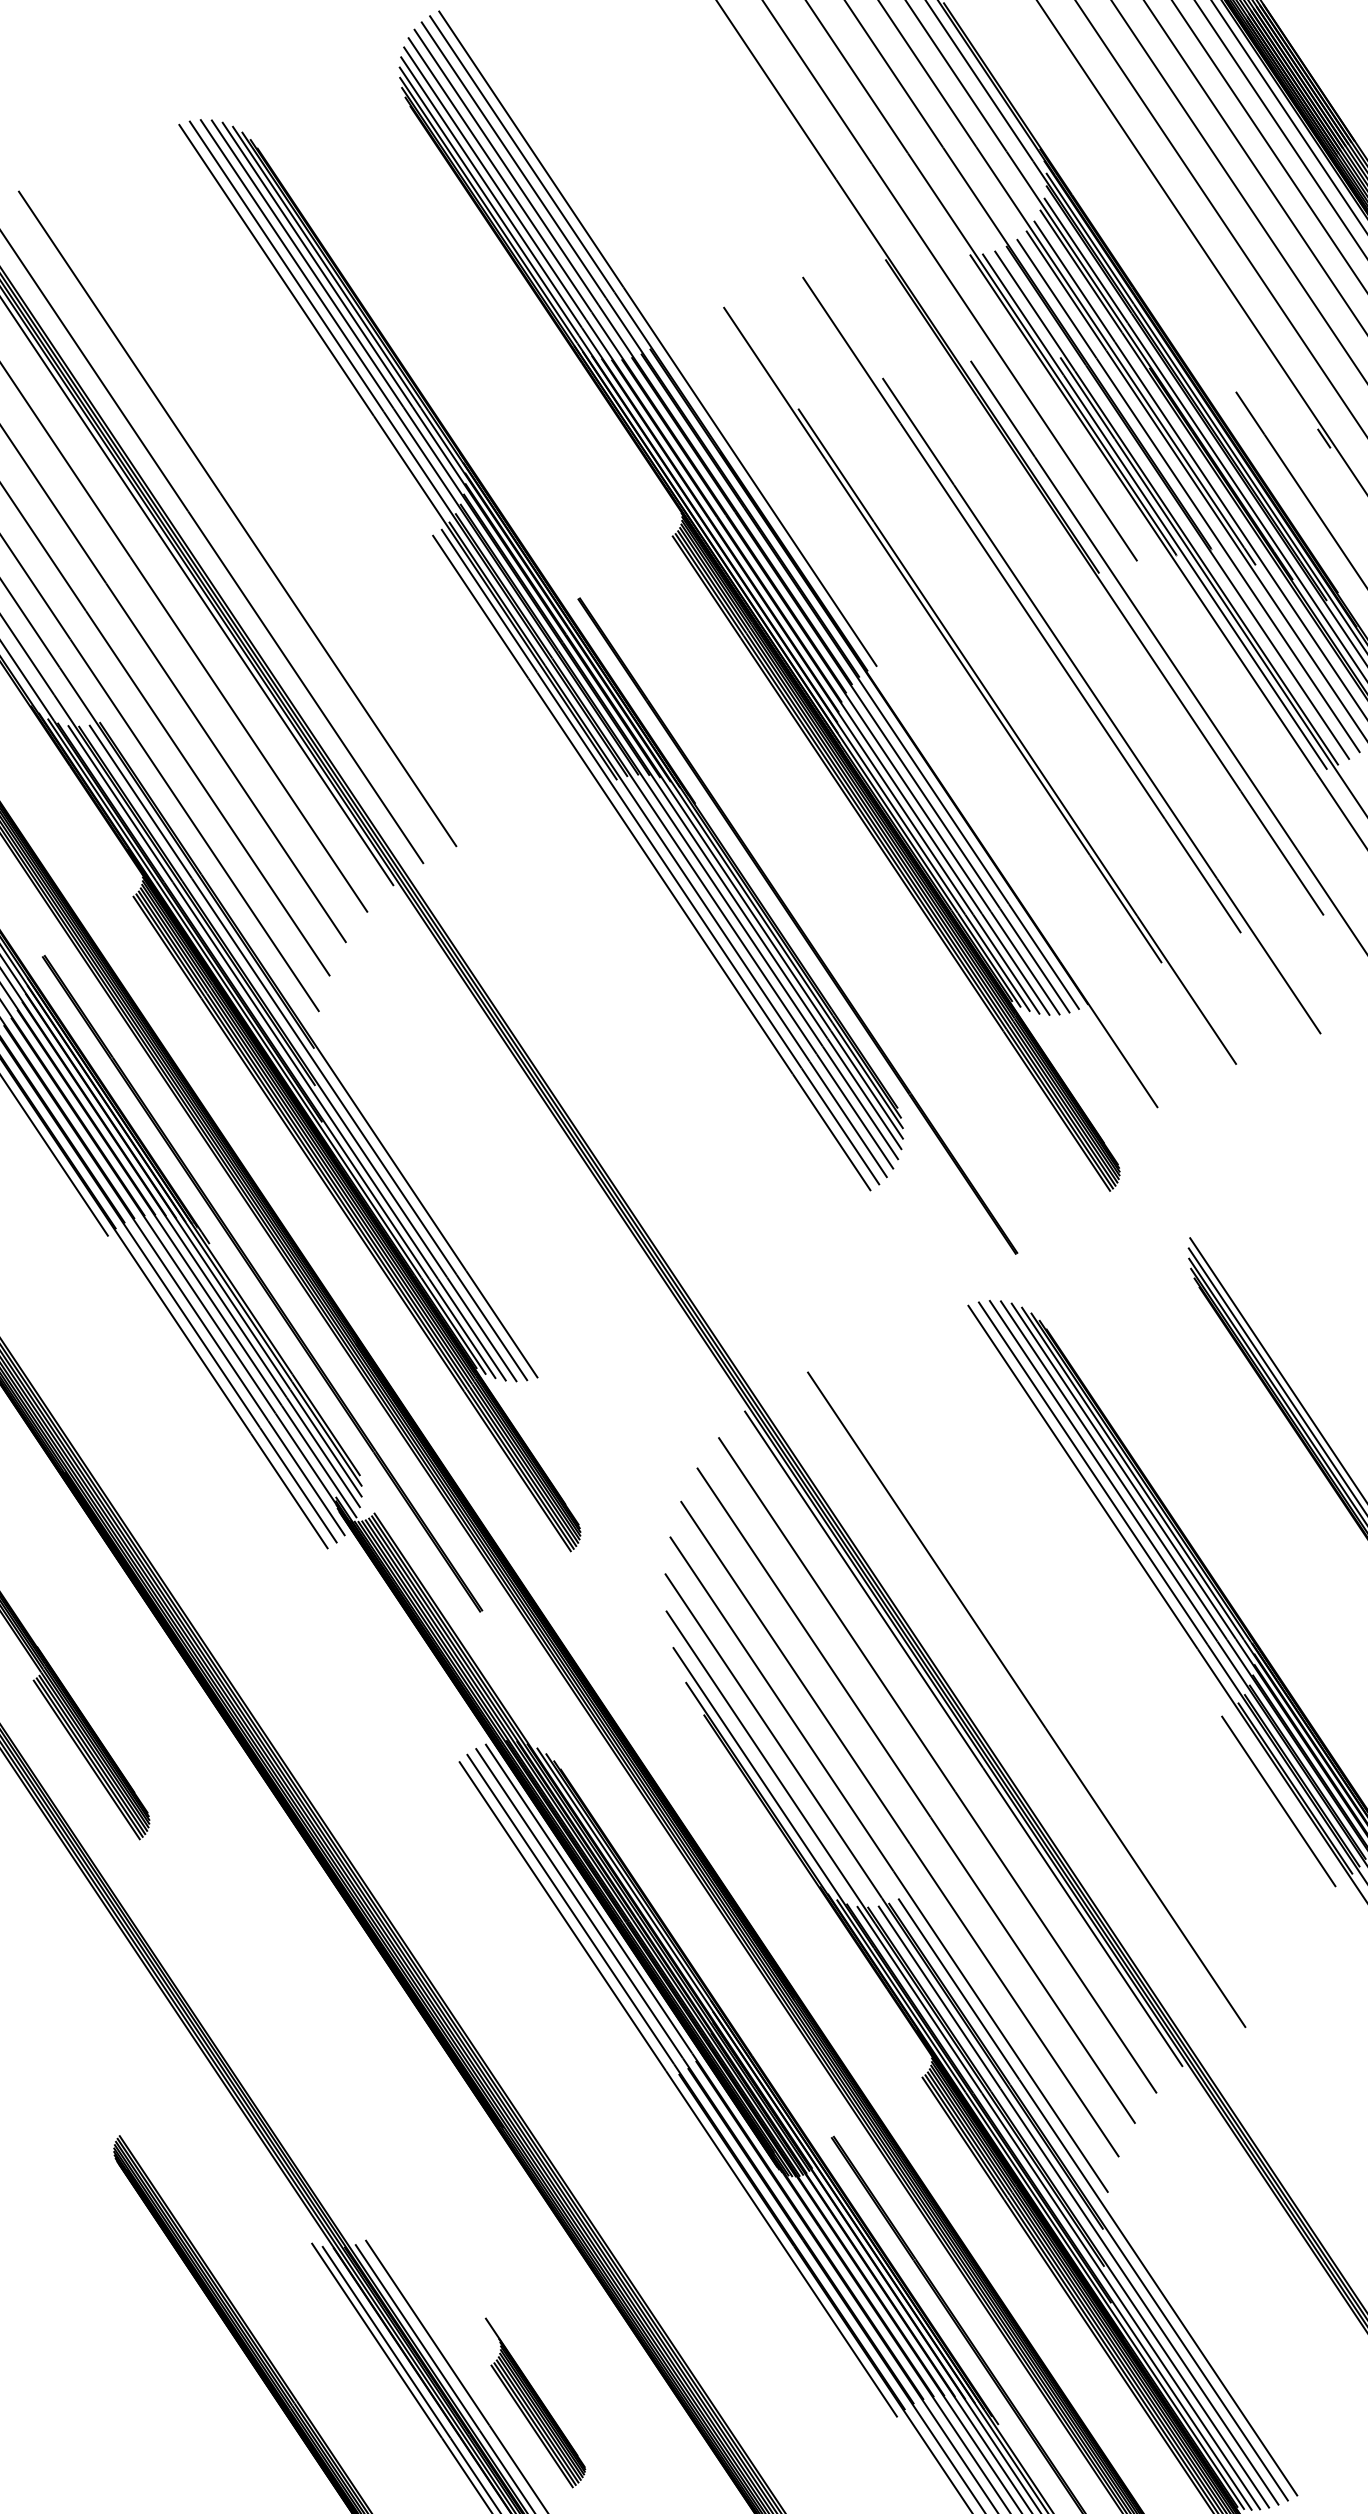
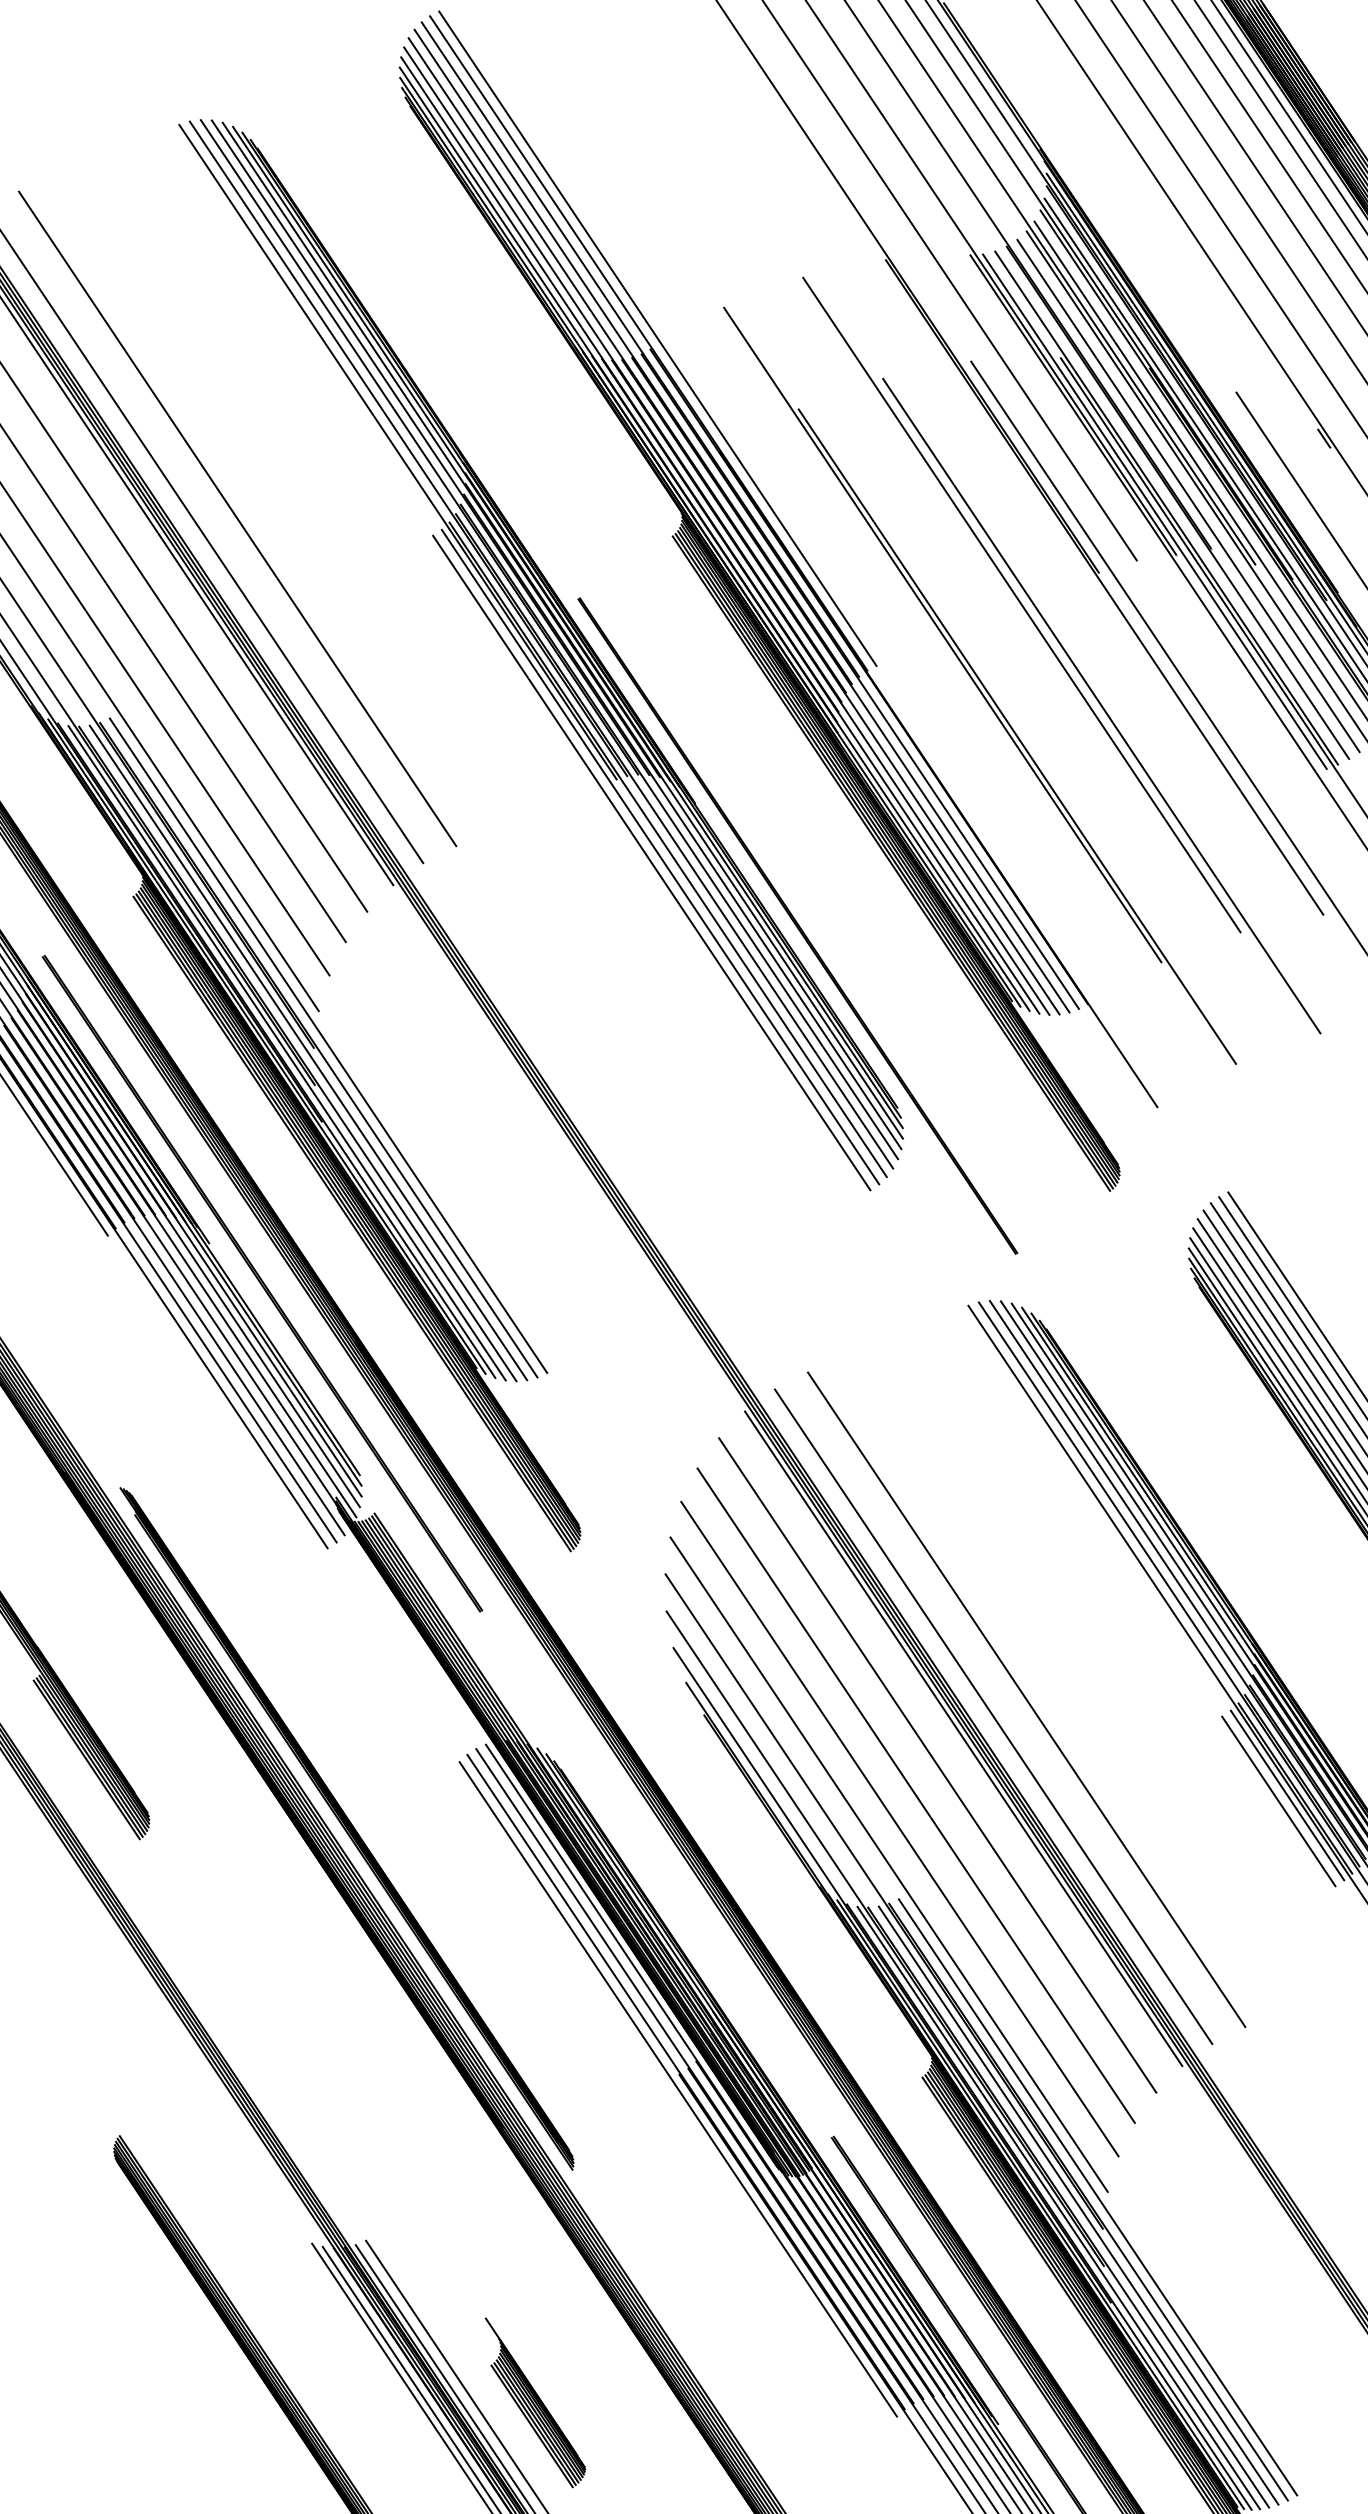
line at (328, 1045): none -> present
line at (1295, 1293): none -> present
line at (1291, 1305): none -> present
line at (1287, 1317): none -> present
line at (1283, 1330): none -> present
line at (1280, 1343): none -> present
line at (1278, 1356): none -> present
line at (993, 1716): none -> present
line at (1287, 1795): none -> present
part at (346, 1828): none -> present
